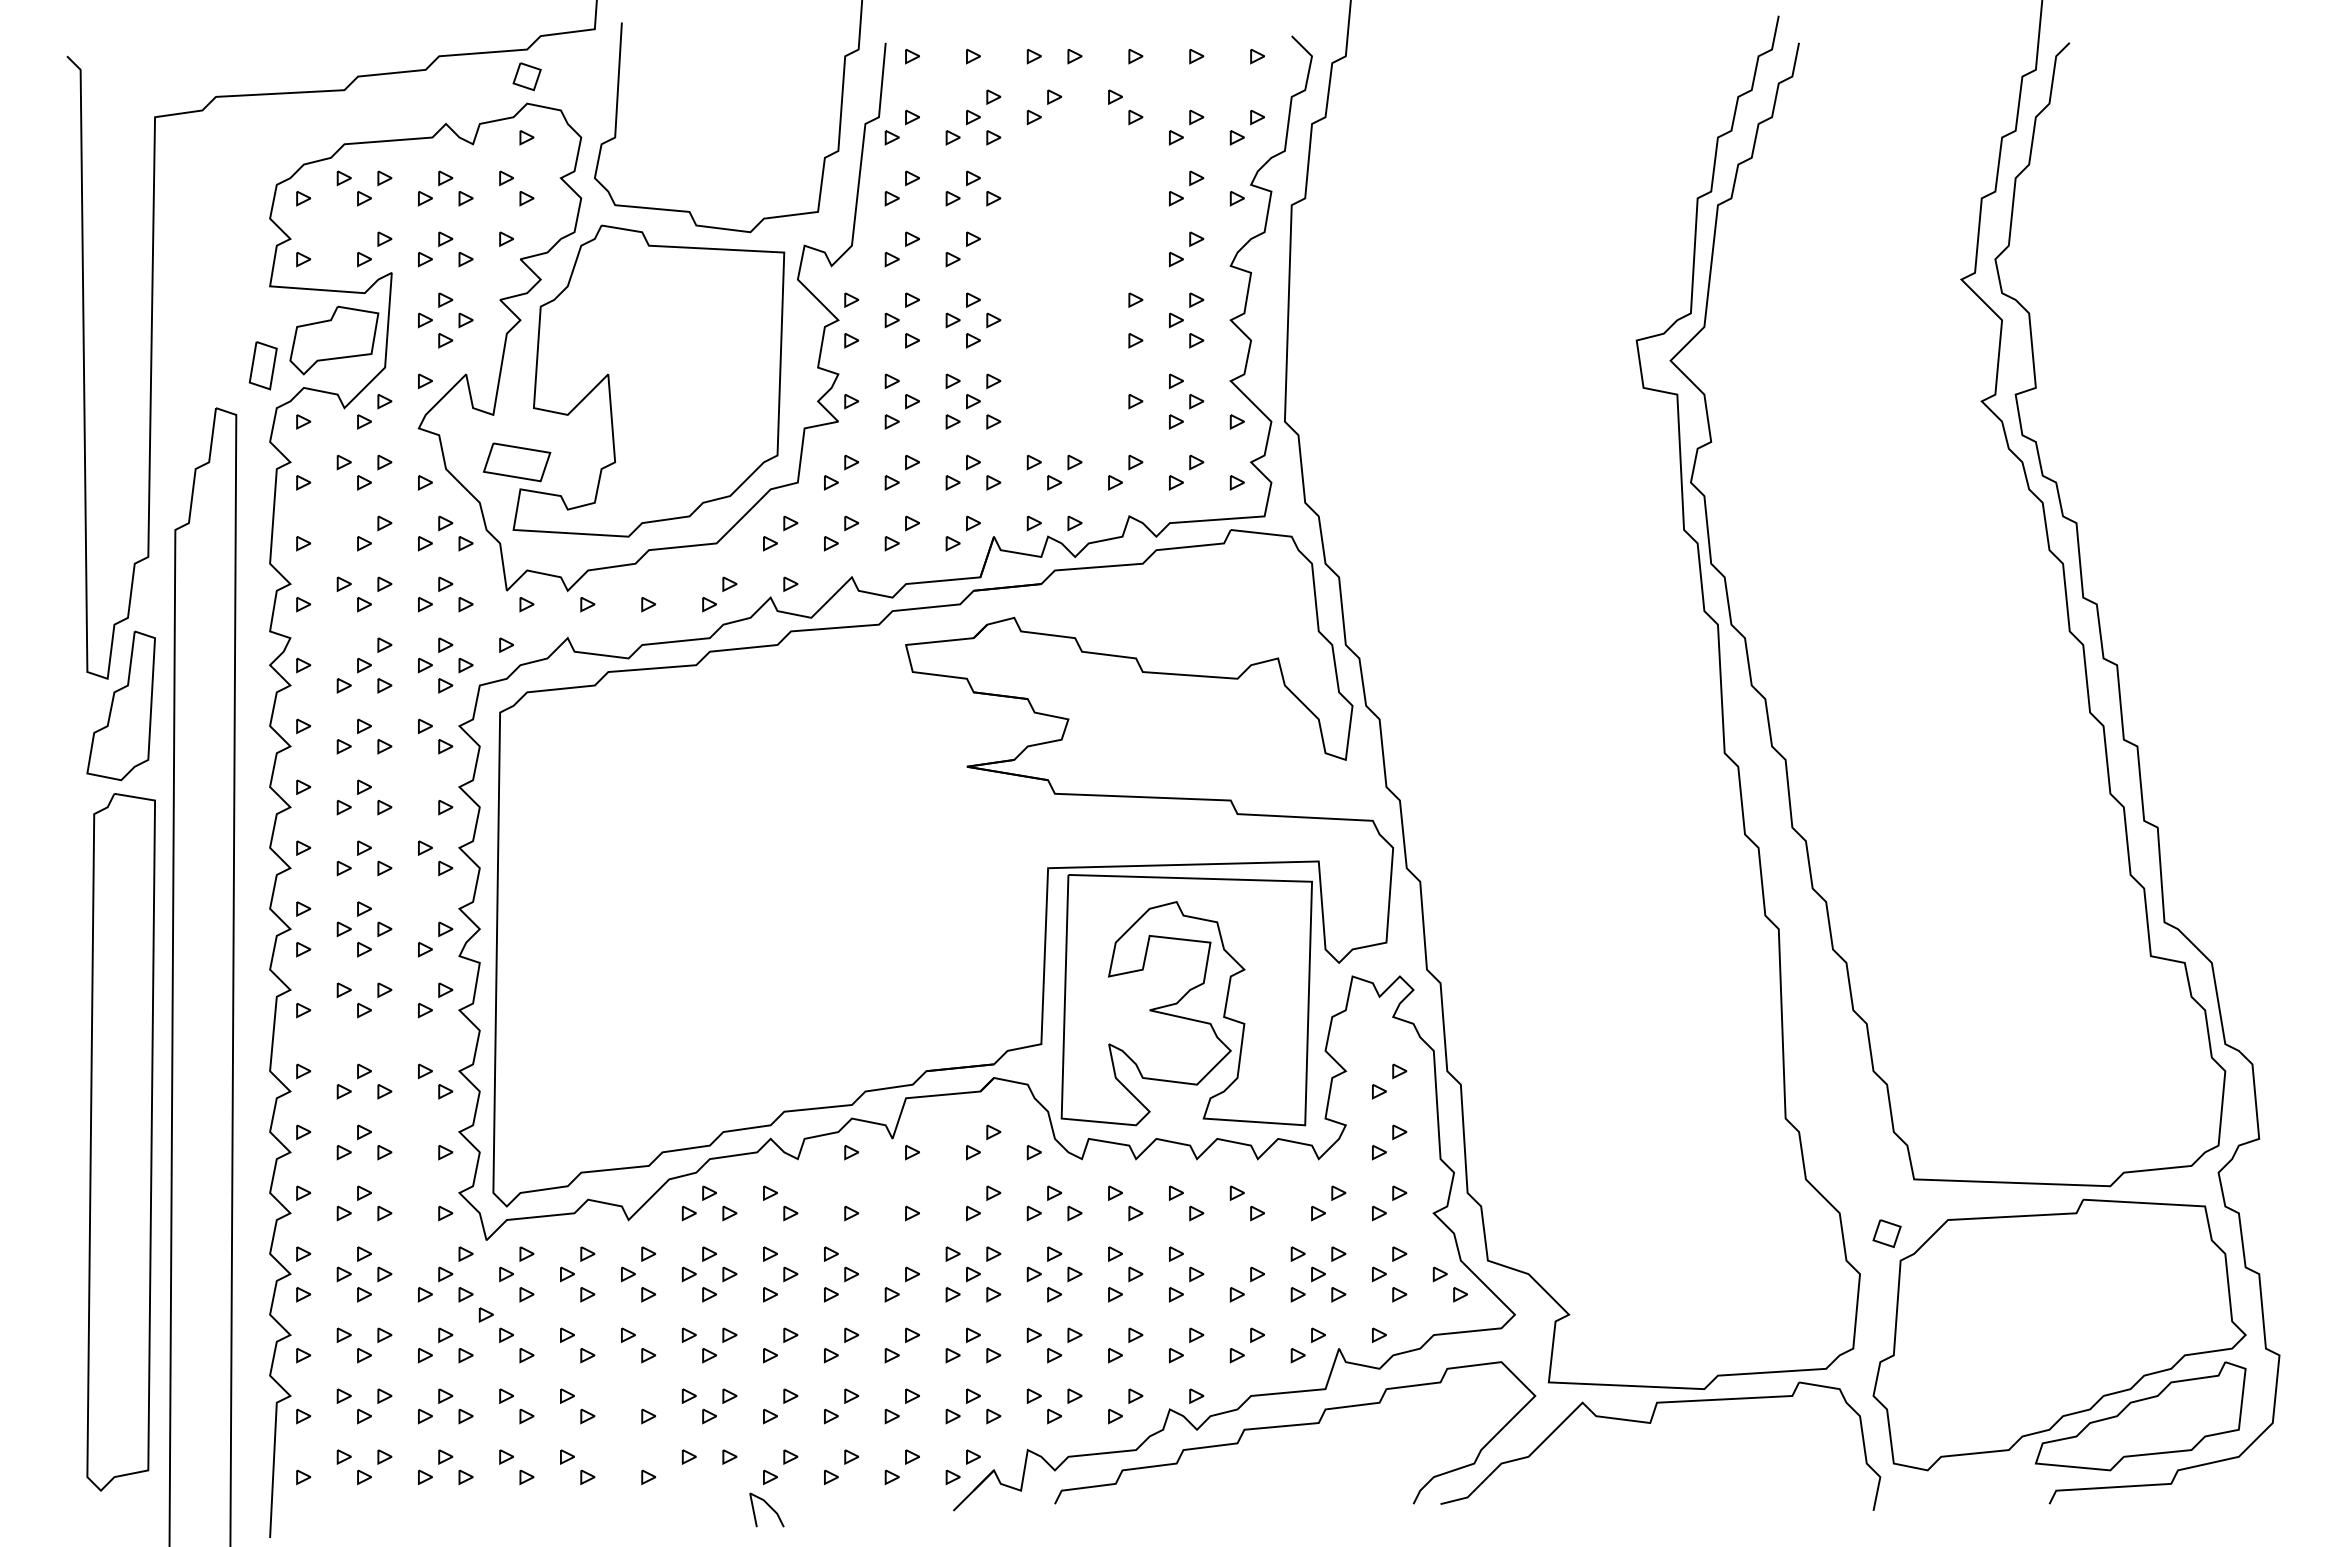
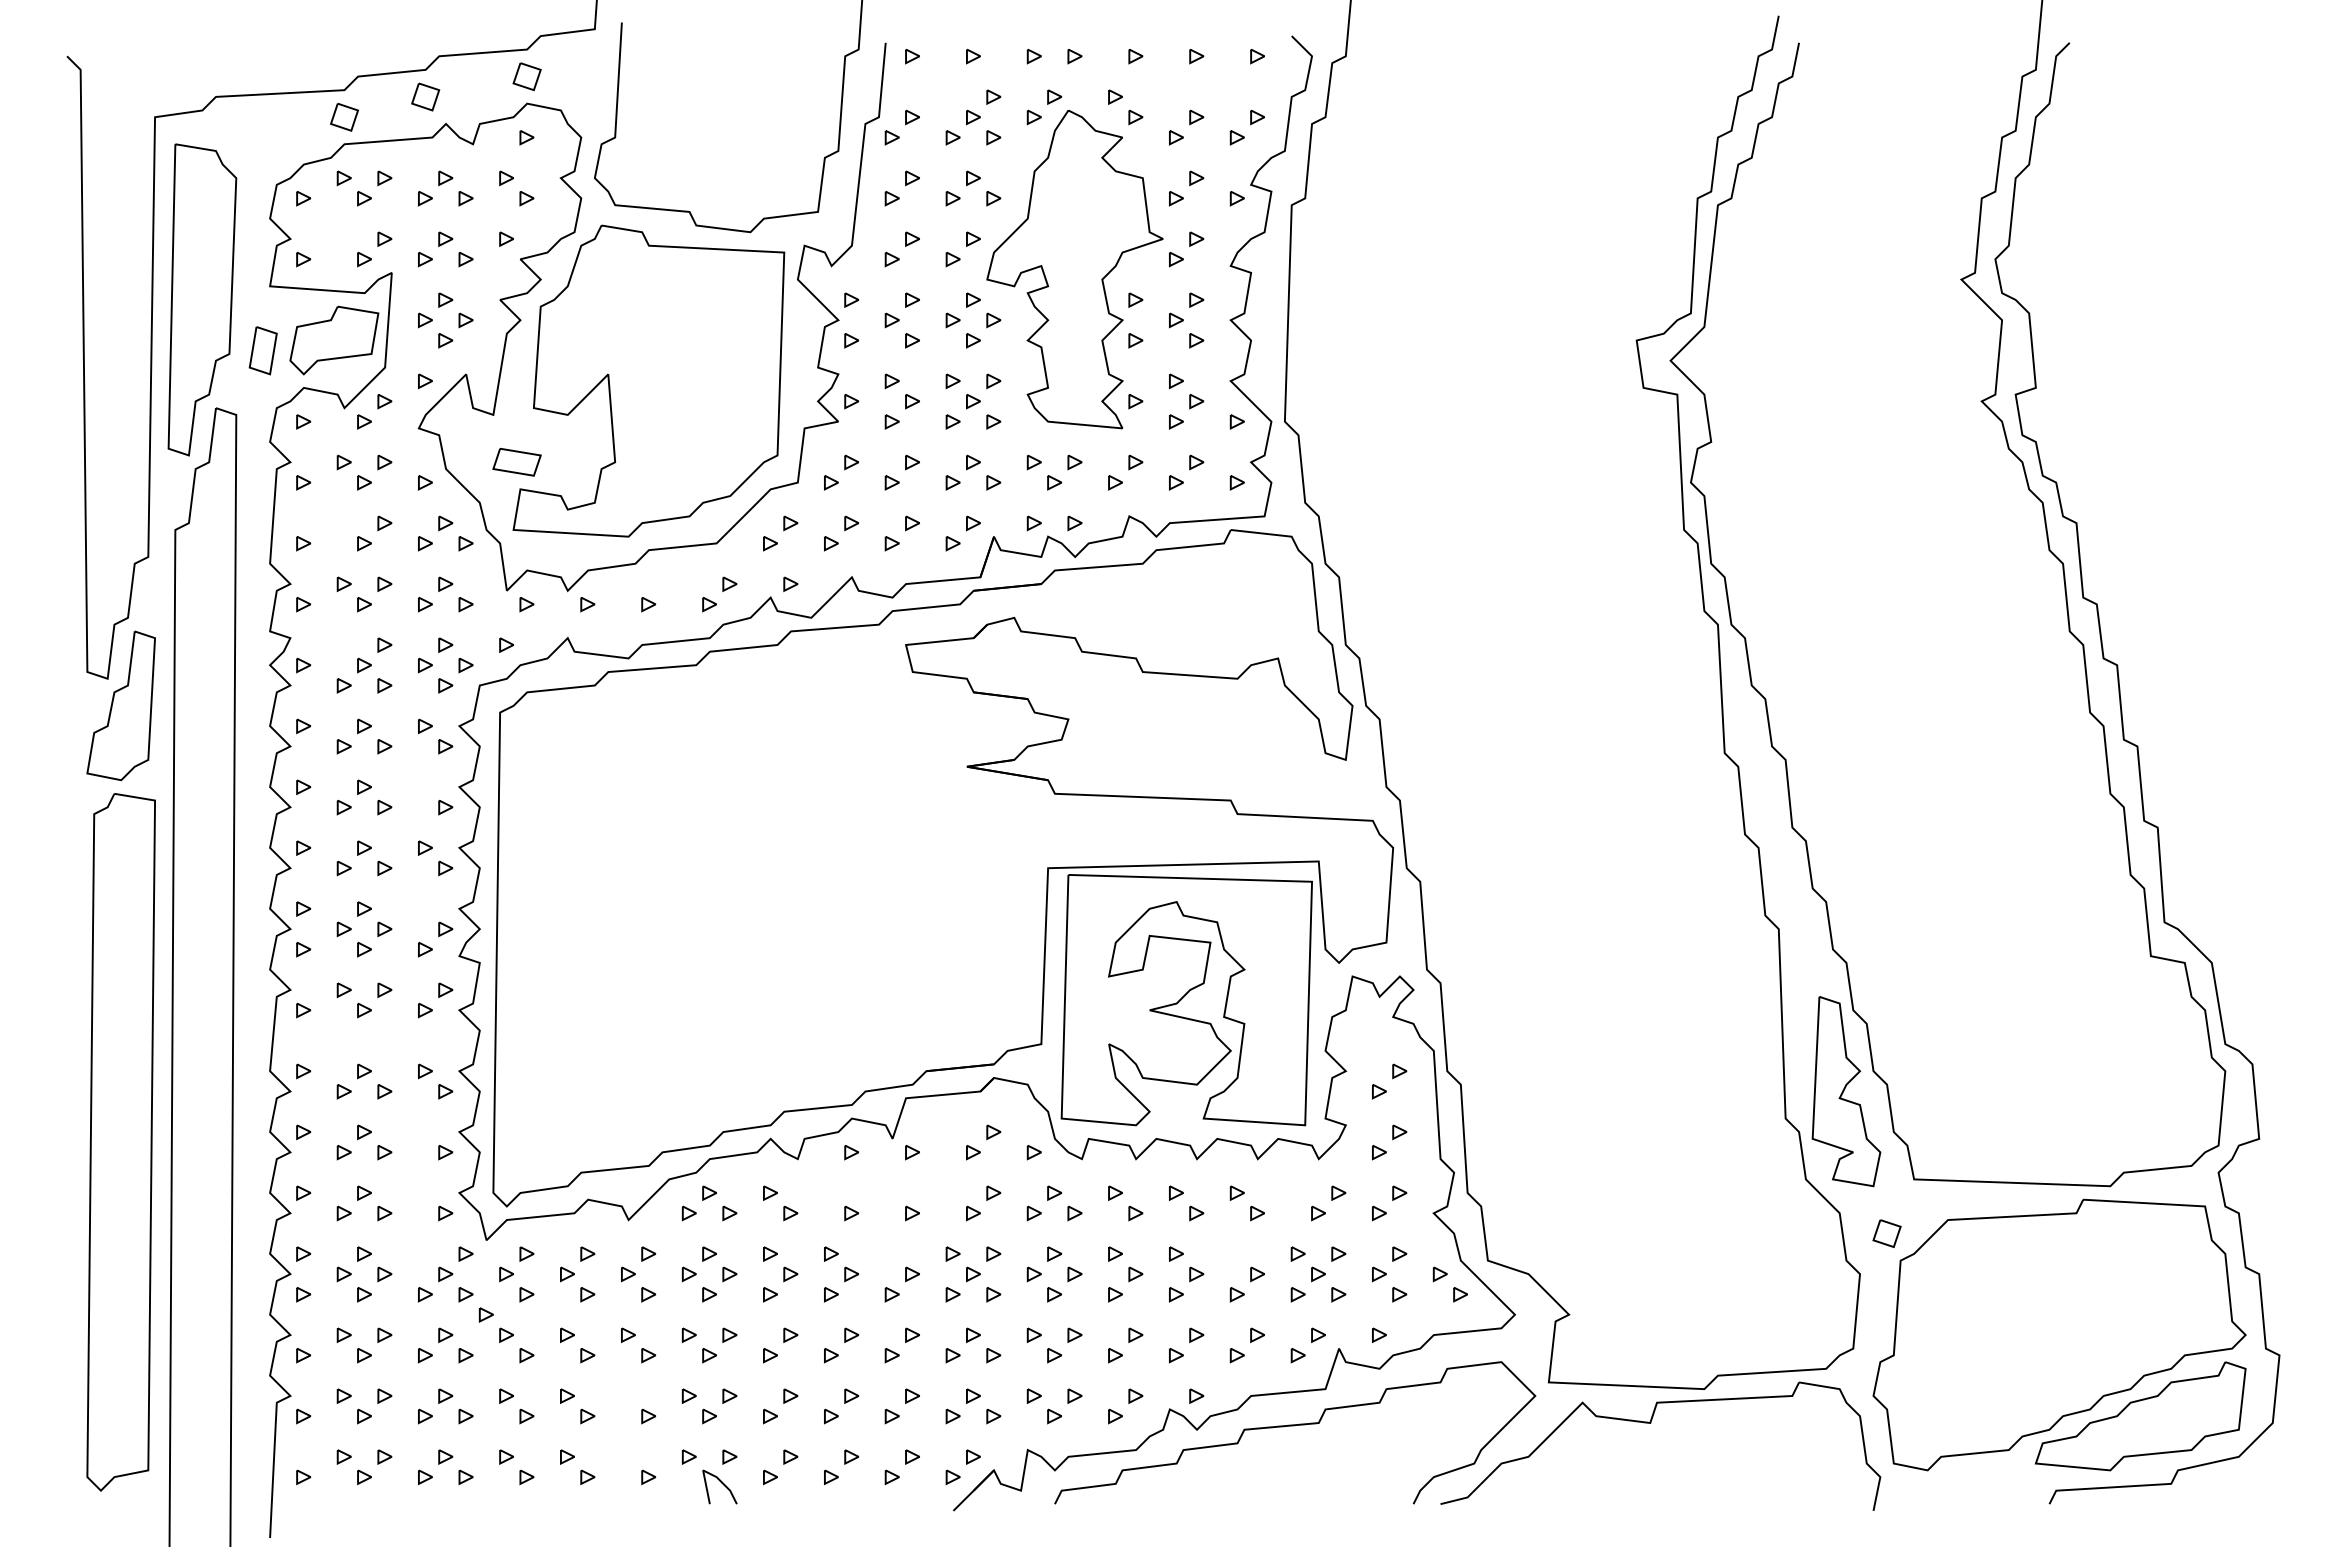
part at (425, 96): none -> present
part at (344, 117): none -> present
part at (1074, 269): none -> present
part at (202, 299): none -> present
part at (262, 365) position: (262, 365) -> (262, 350)
part at (516, 462) size: 70x41 px -> 50x30 px
part at (1846, 1091): none -> present
line at (768, 1506) position: (768, 1506) -> (721, 1483)
